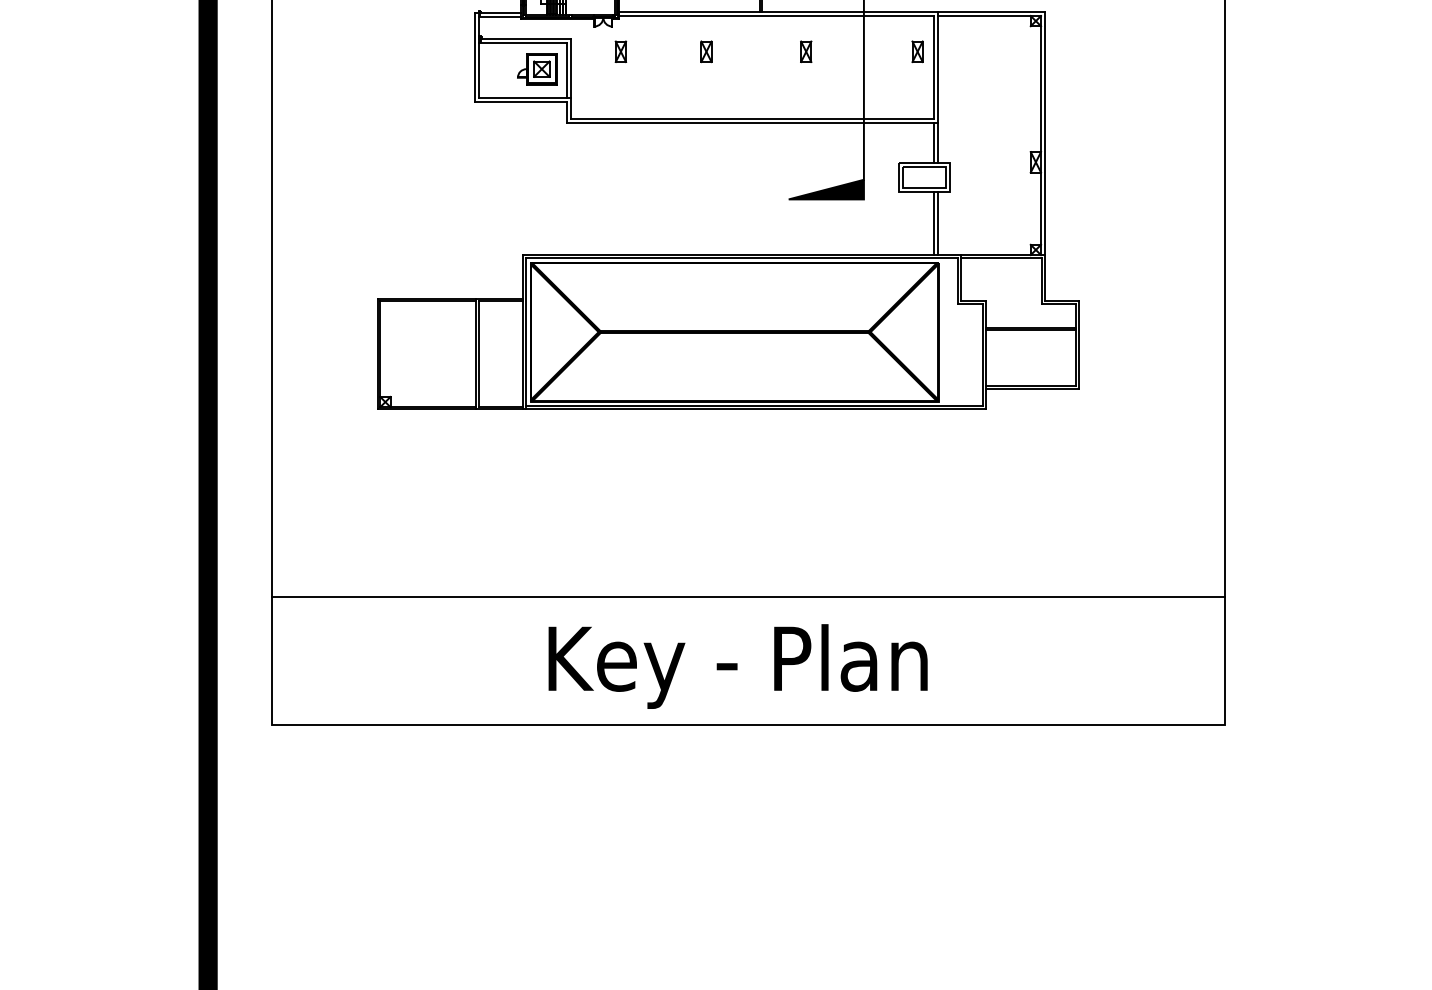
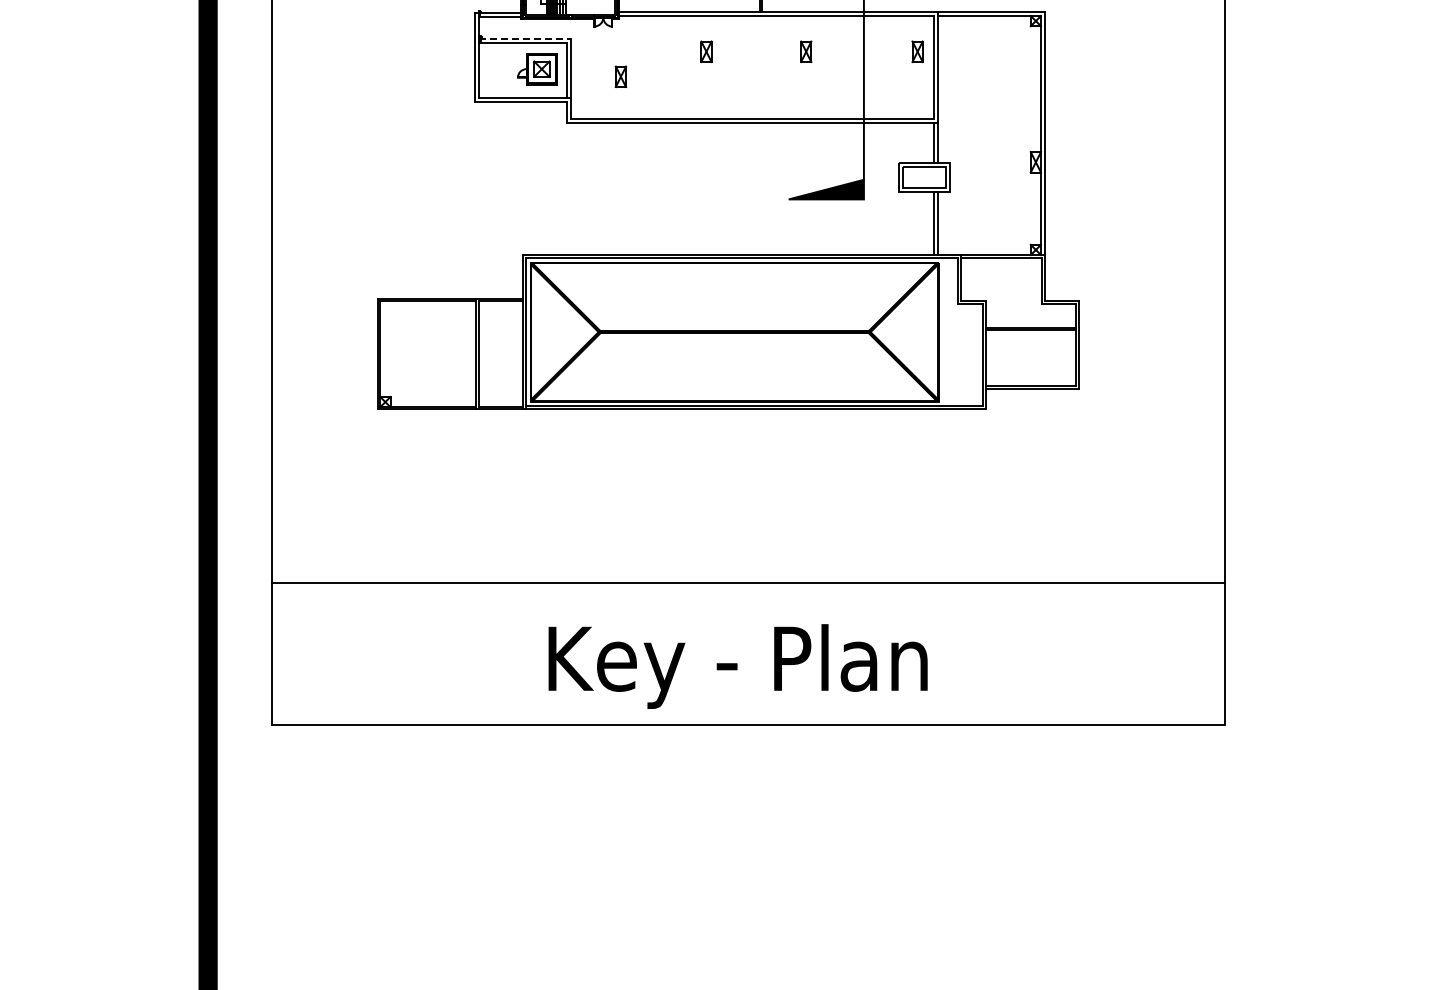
line at (525, 38): solid -> dashed
part at (620, 51) position: (620, 51) -> (620, 76)
line at (748, 597) position: (748, 597) -> (748, 583)
